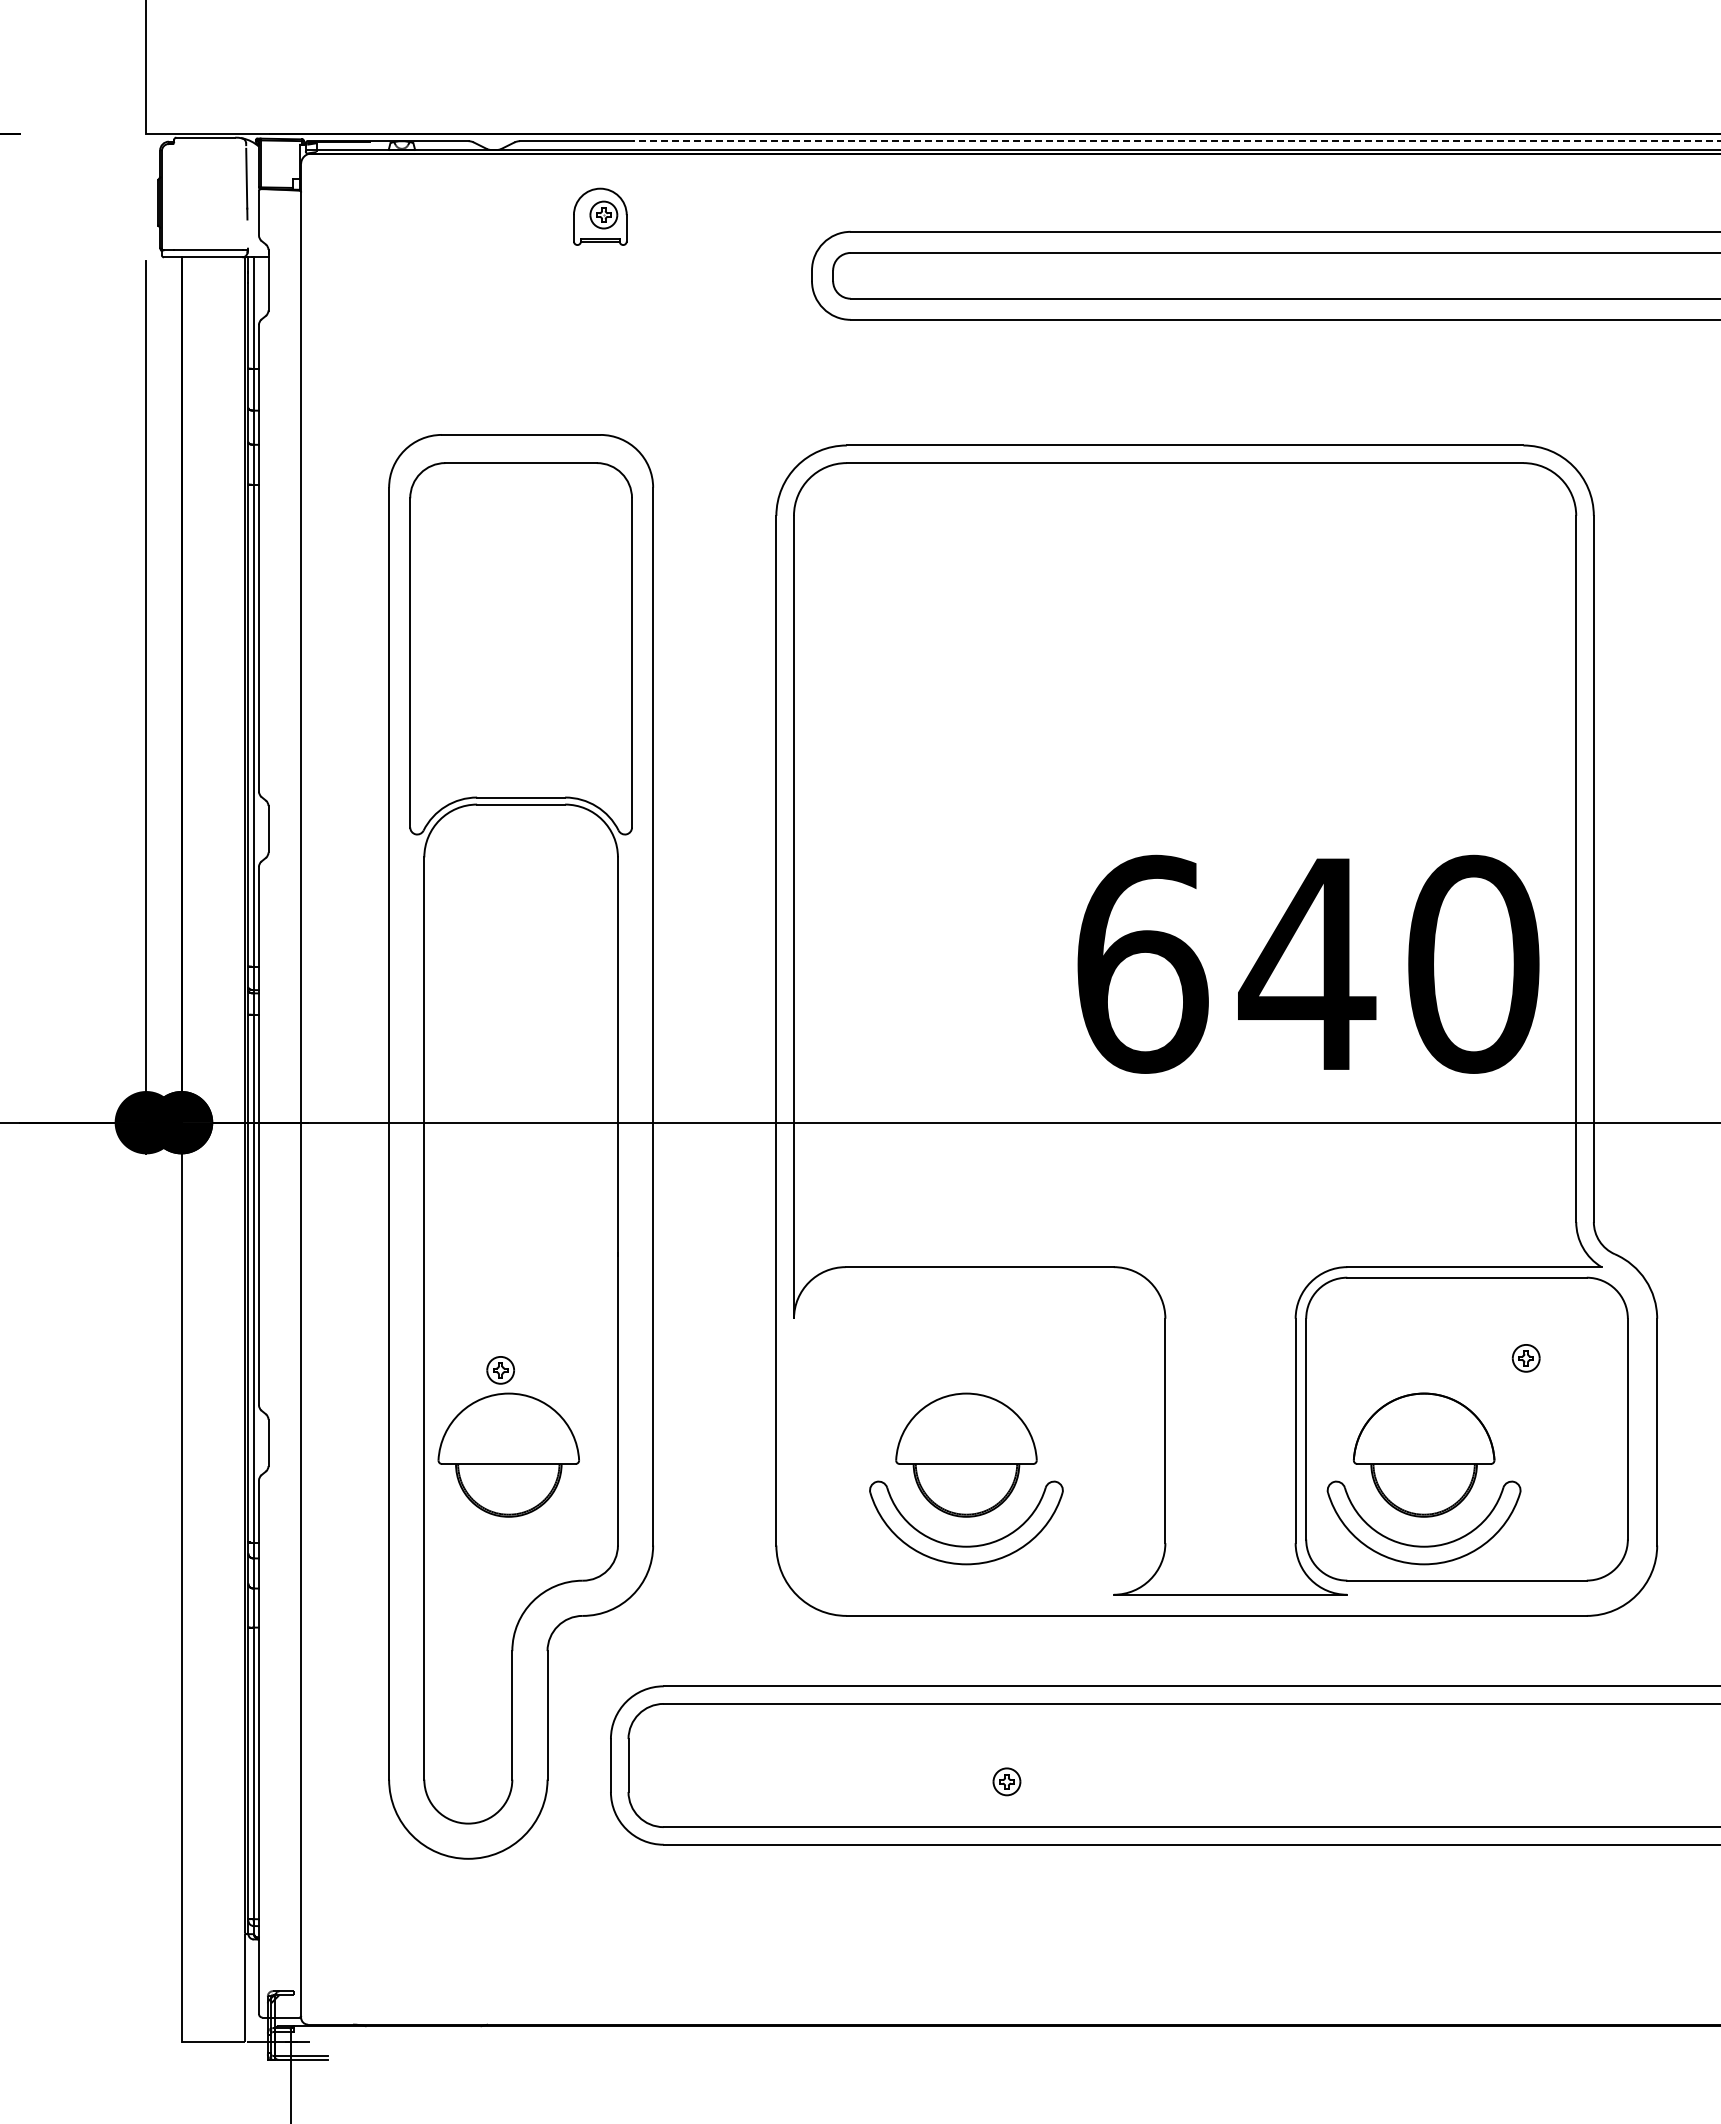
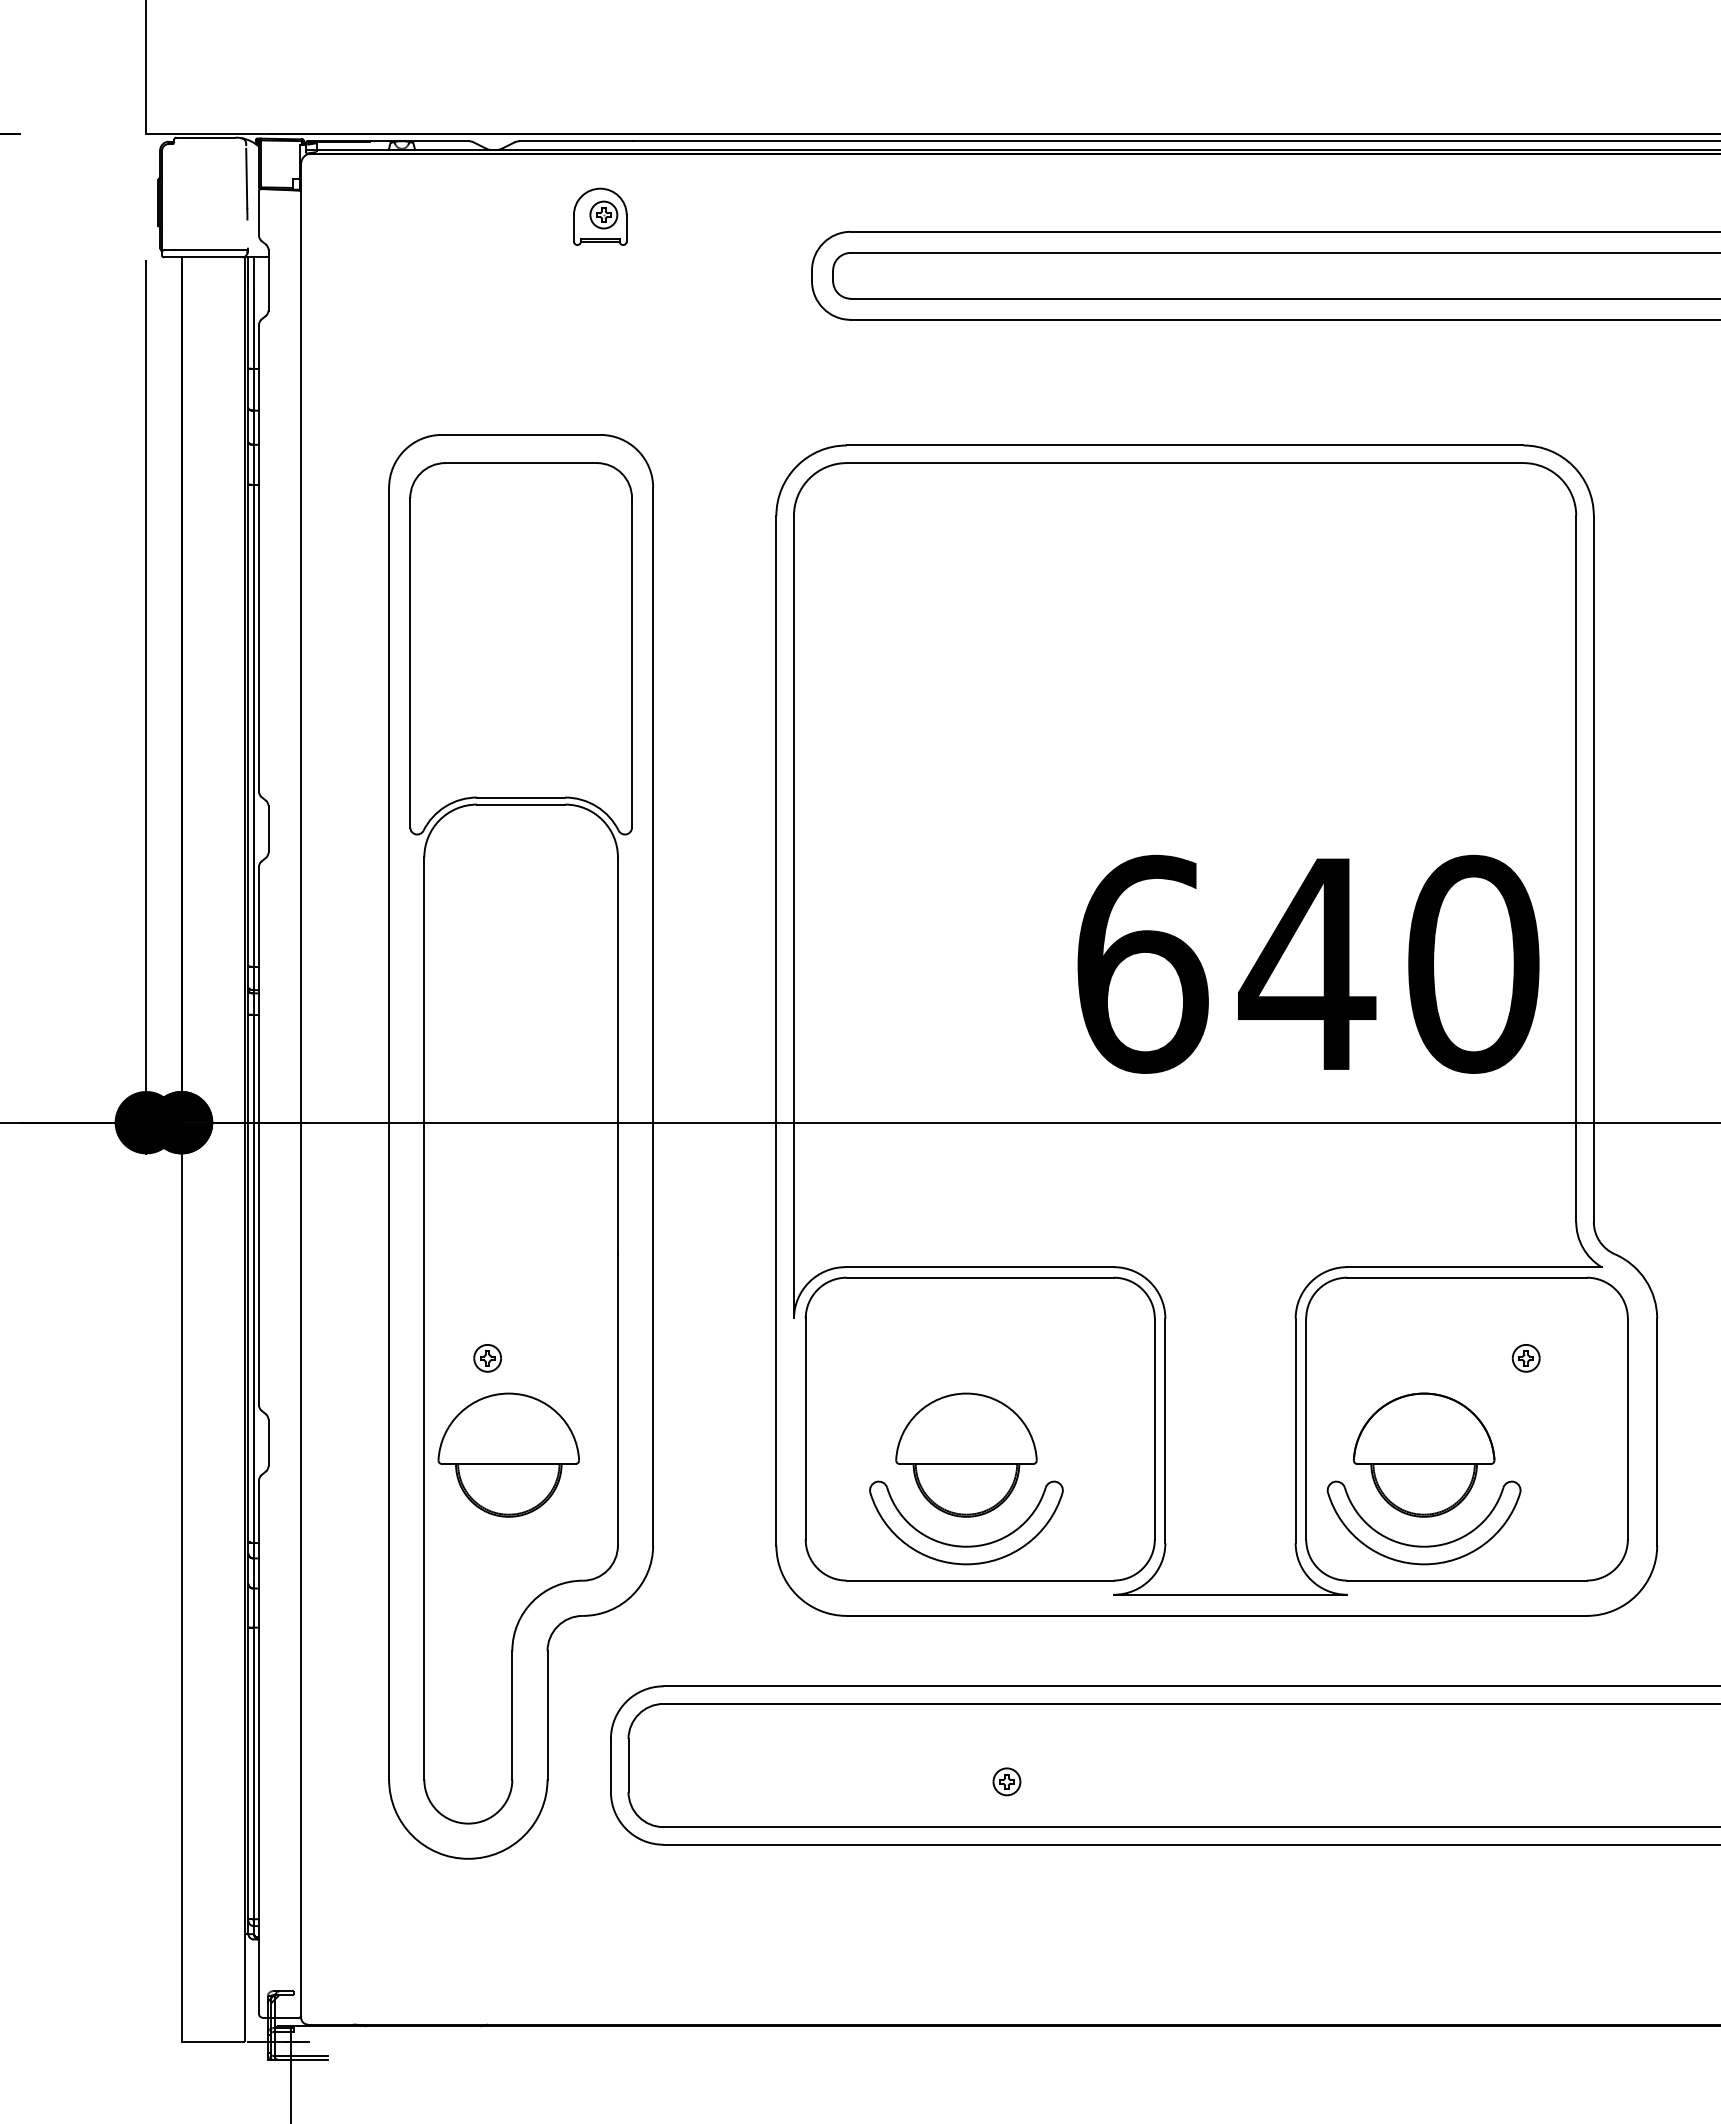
line at (1176, 141): dashed -> solid
part at (500, 1370) position: (500, 1370) -> (487, 1358)
part at (979, 1428): none -> present
